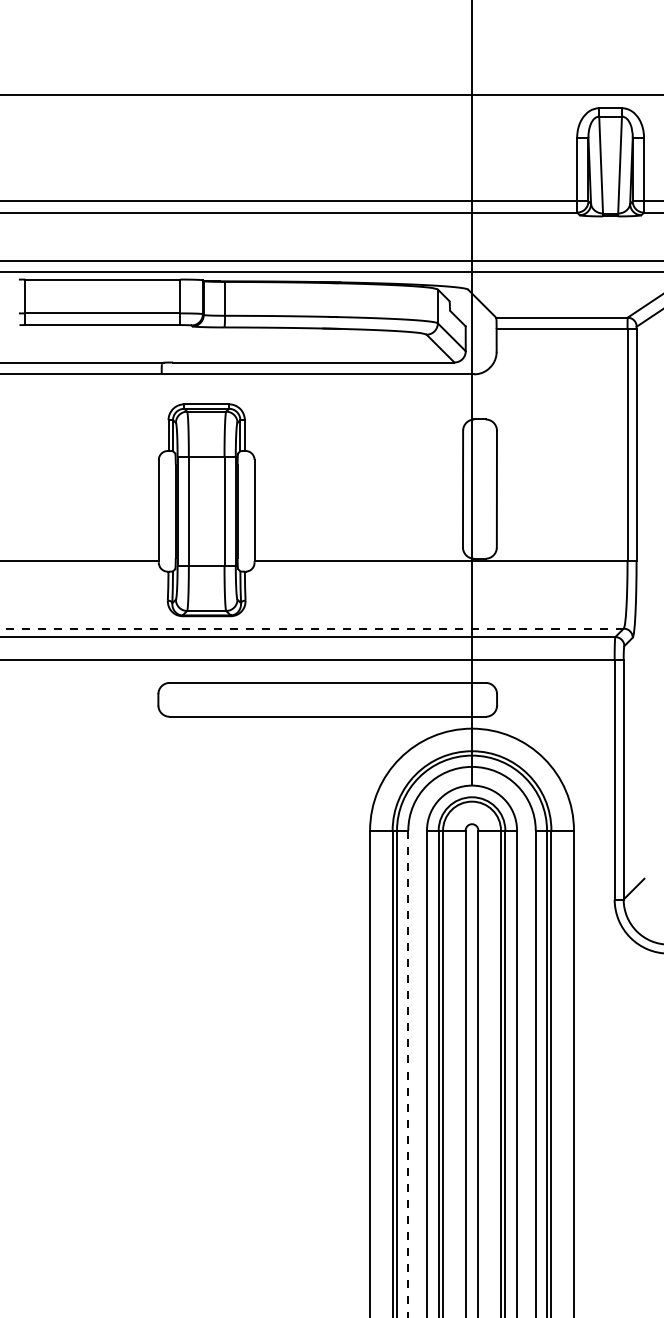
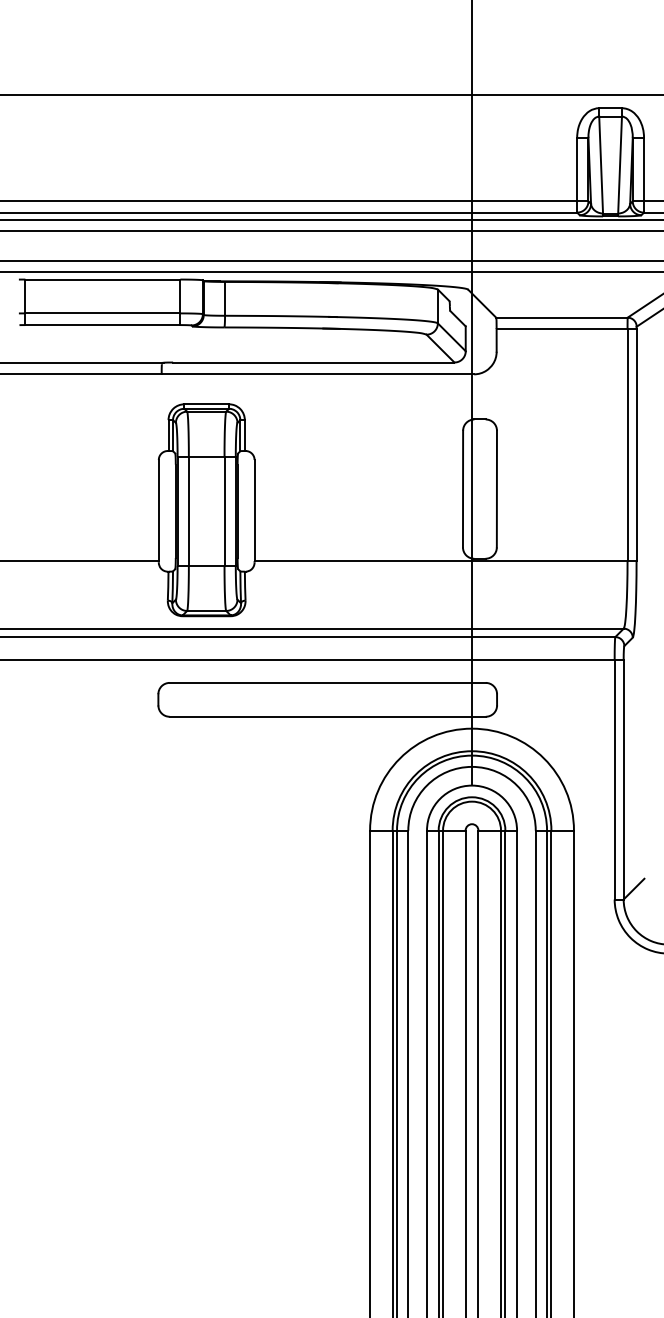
line at (331, 219): none -> present
line at (331, 230): none -> present
line at (311, 628): dashed -> solid
line at (408, 1074): dashed -> solid
